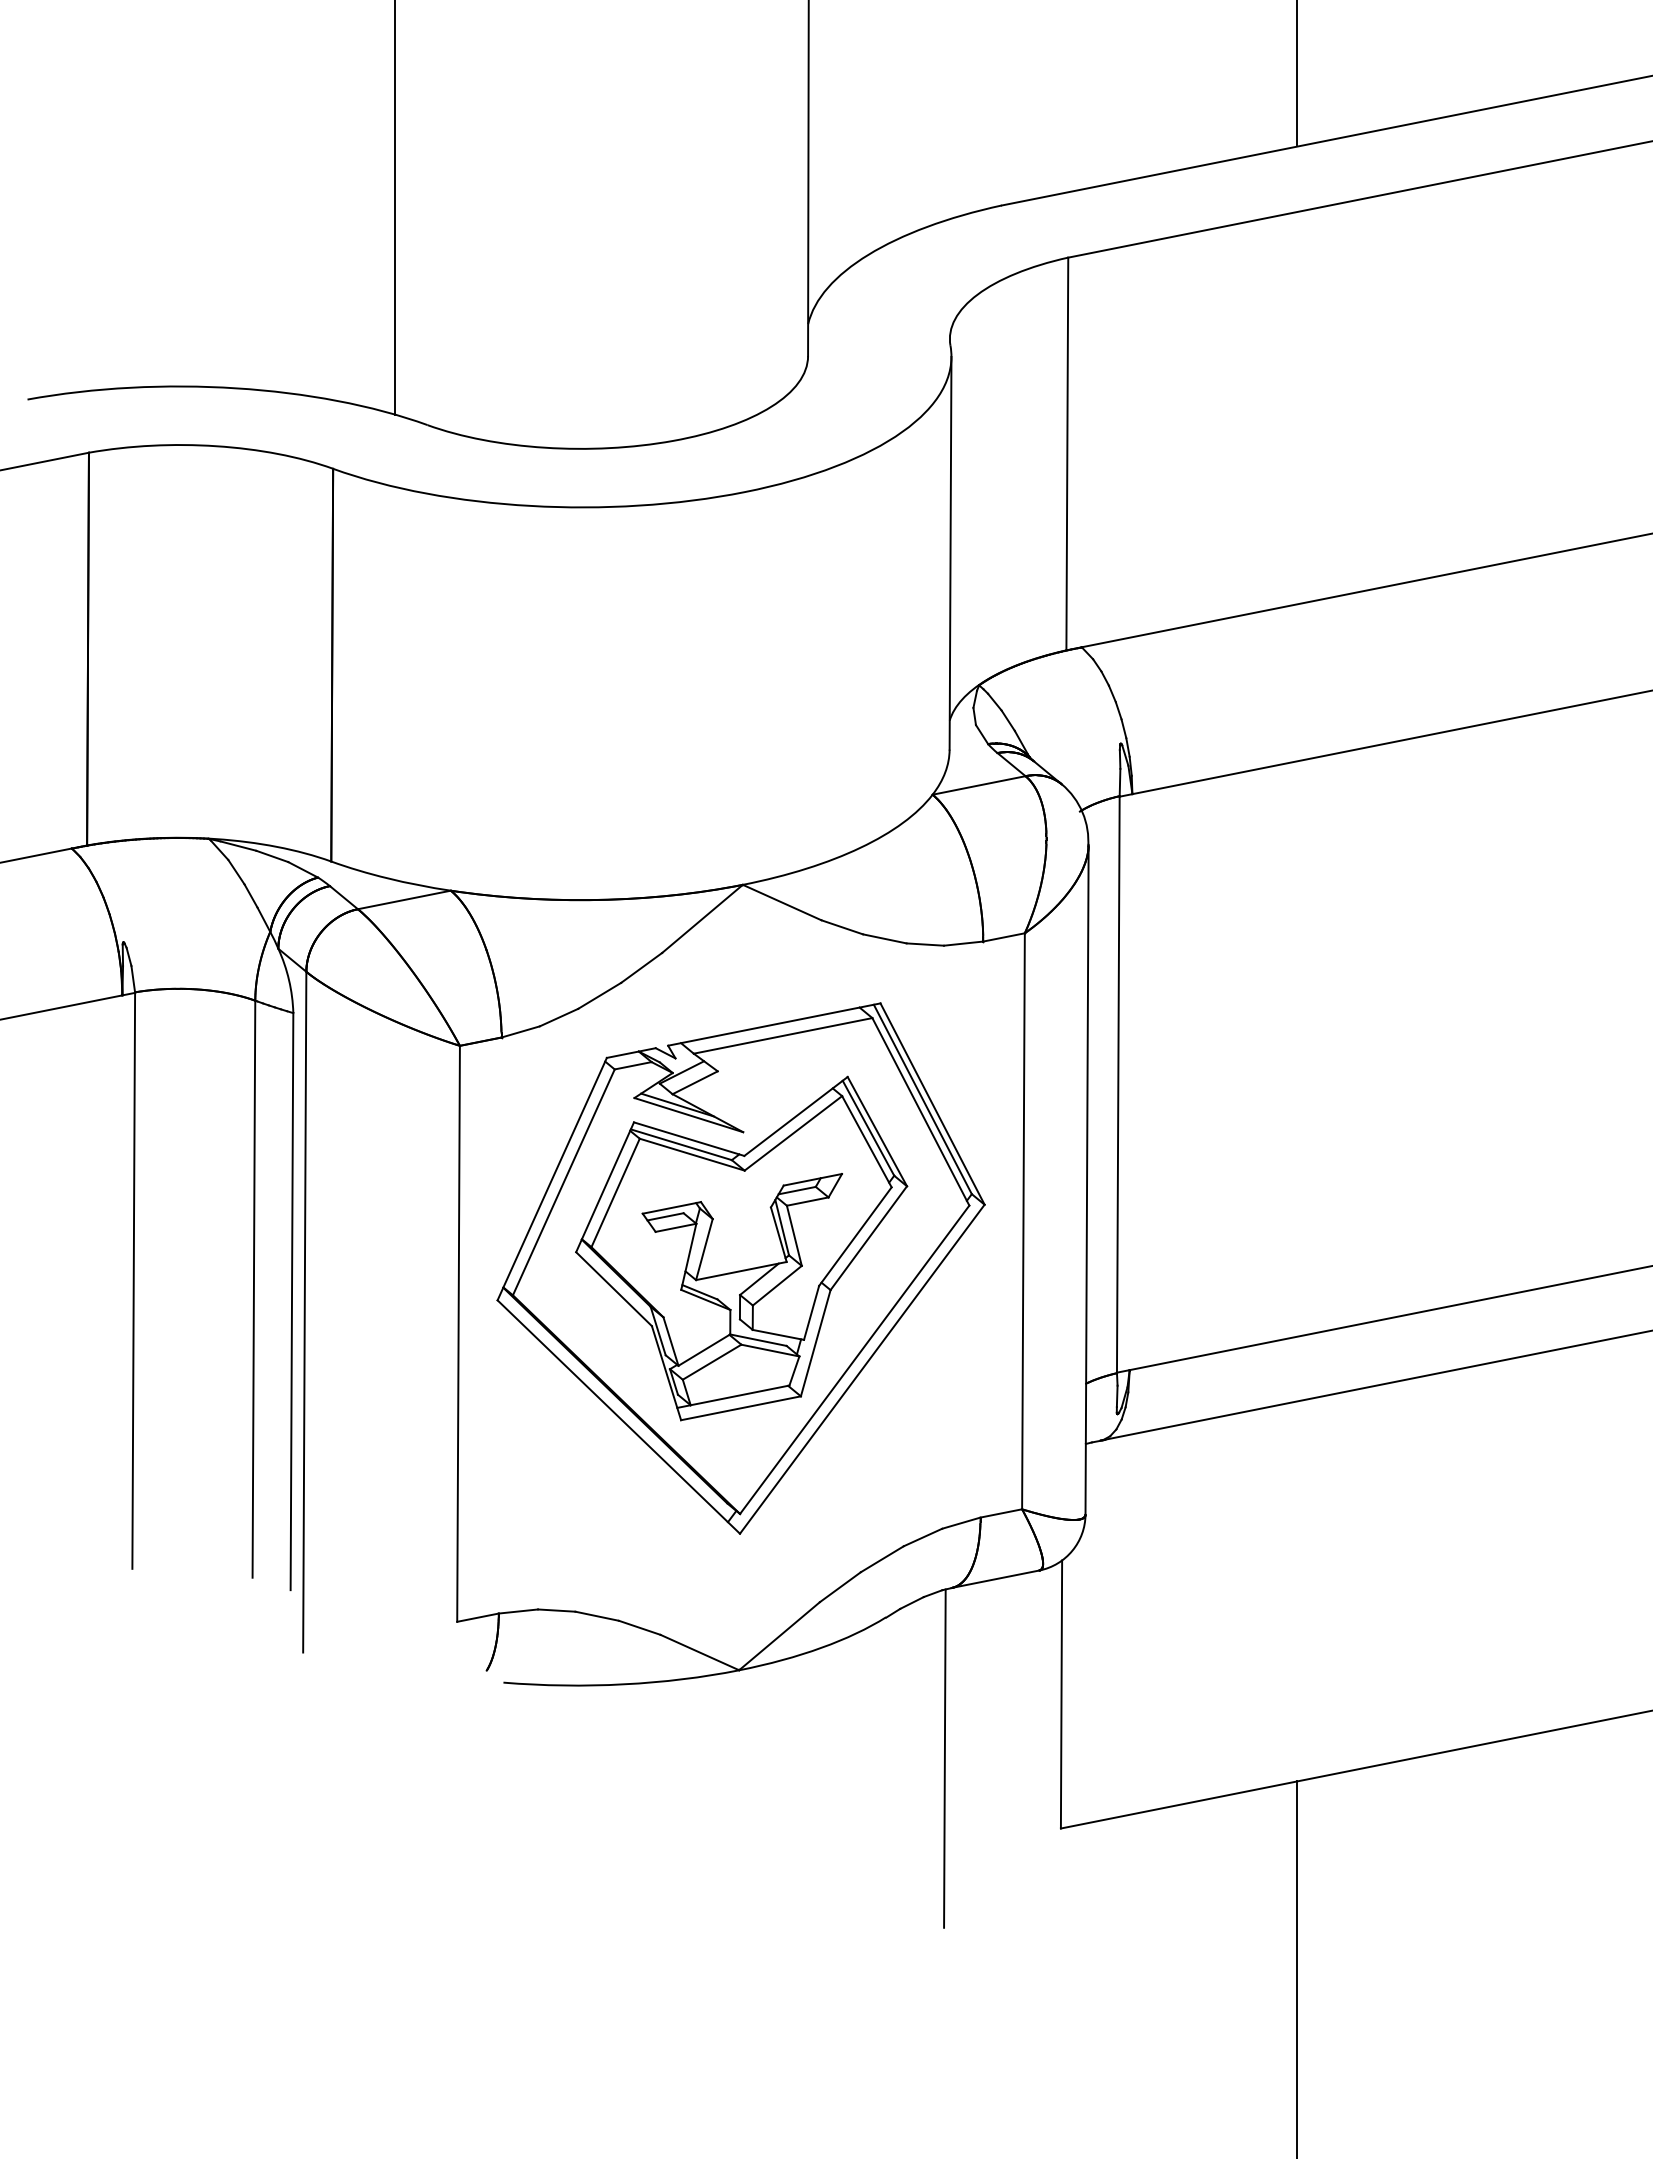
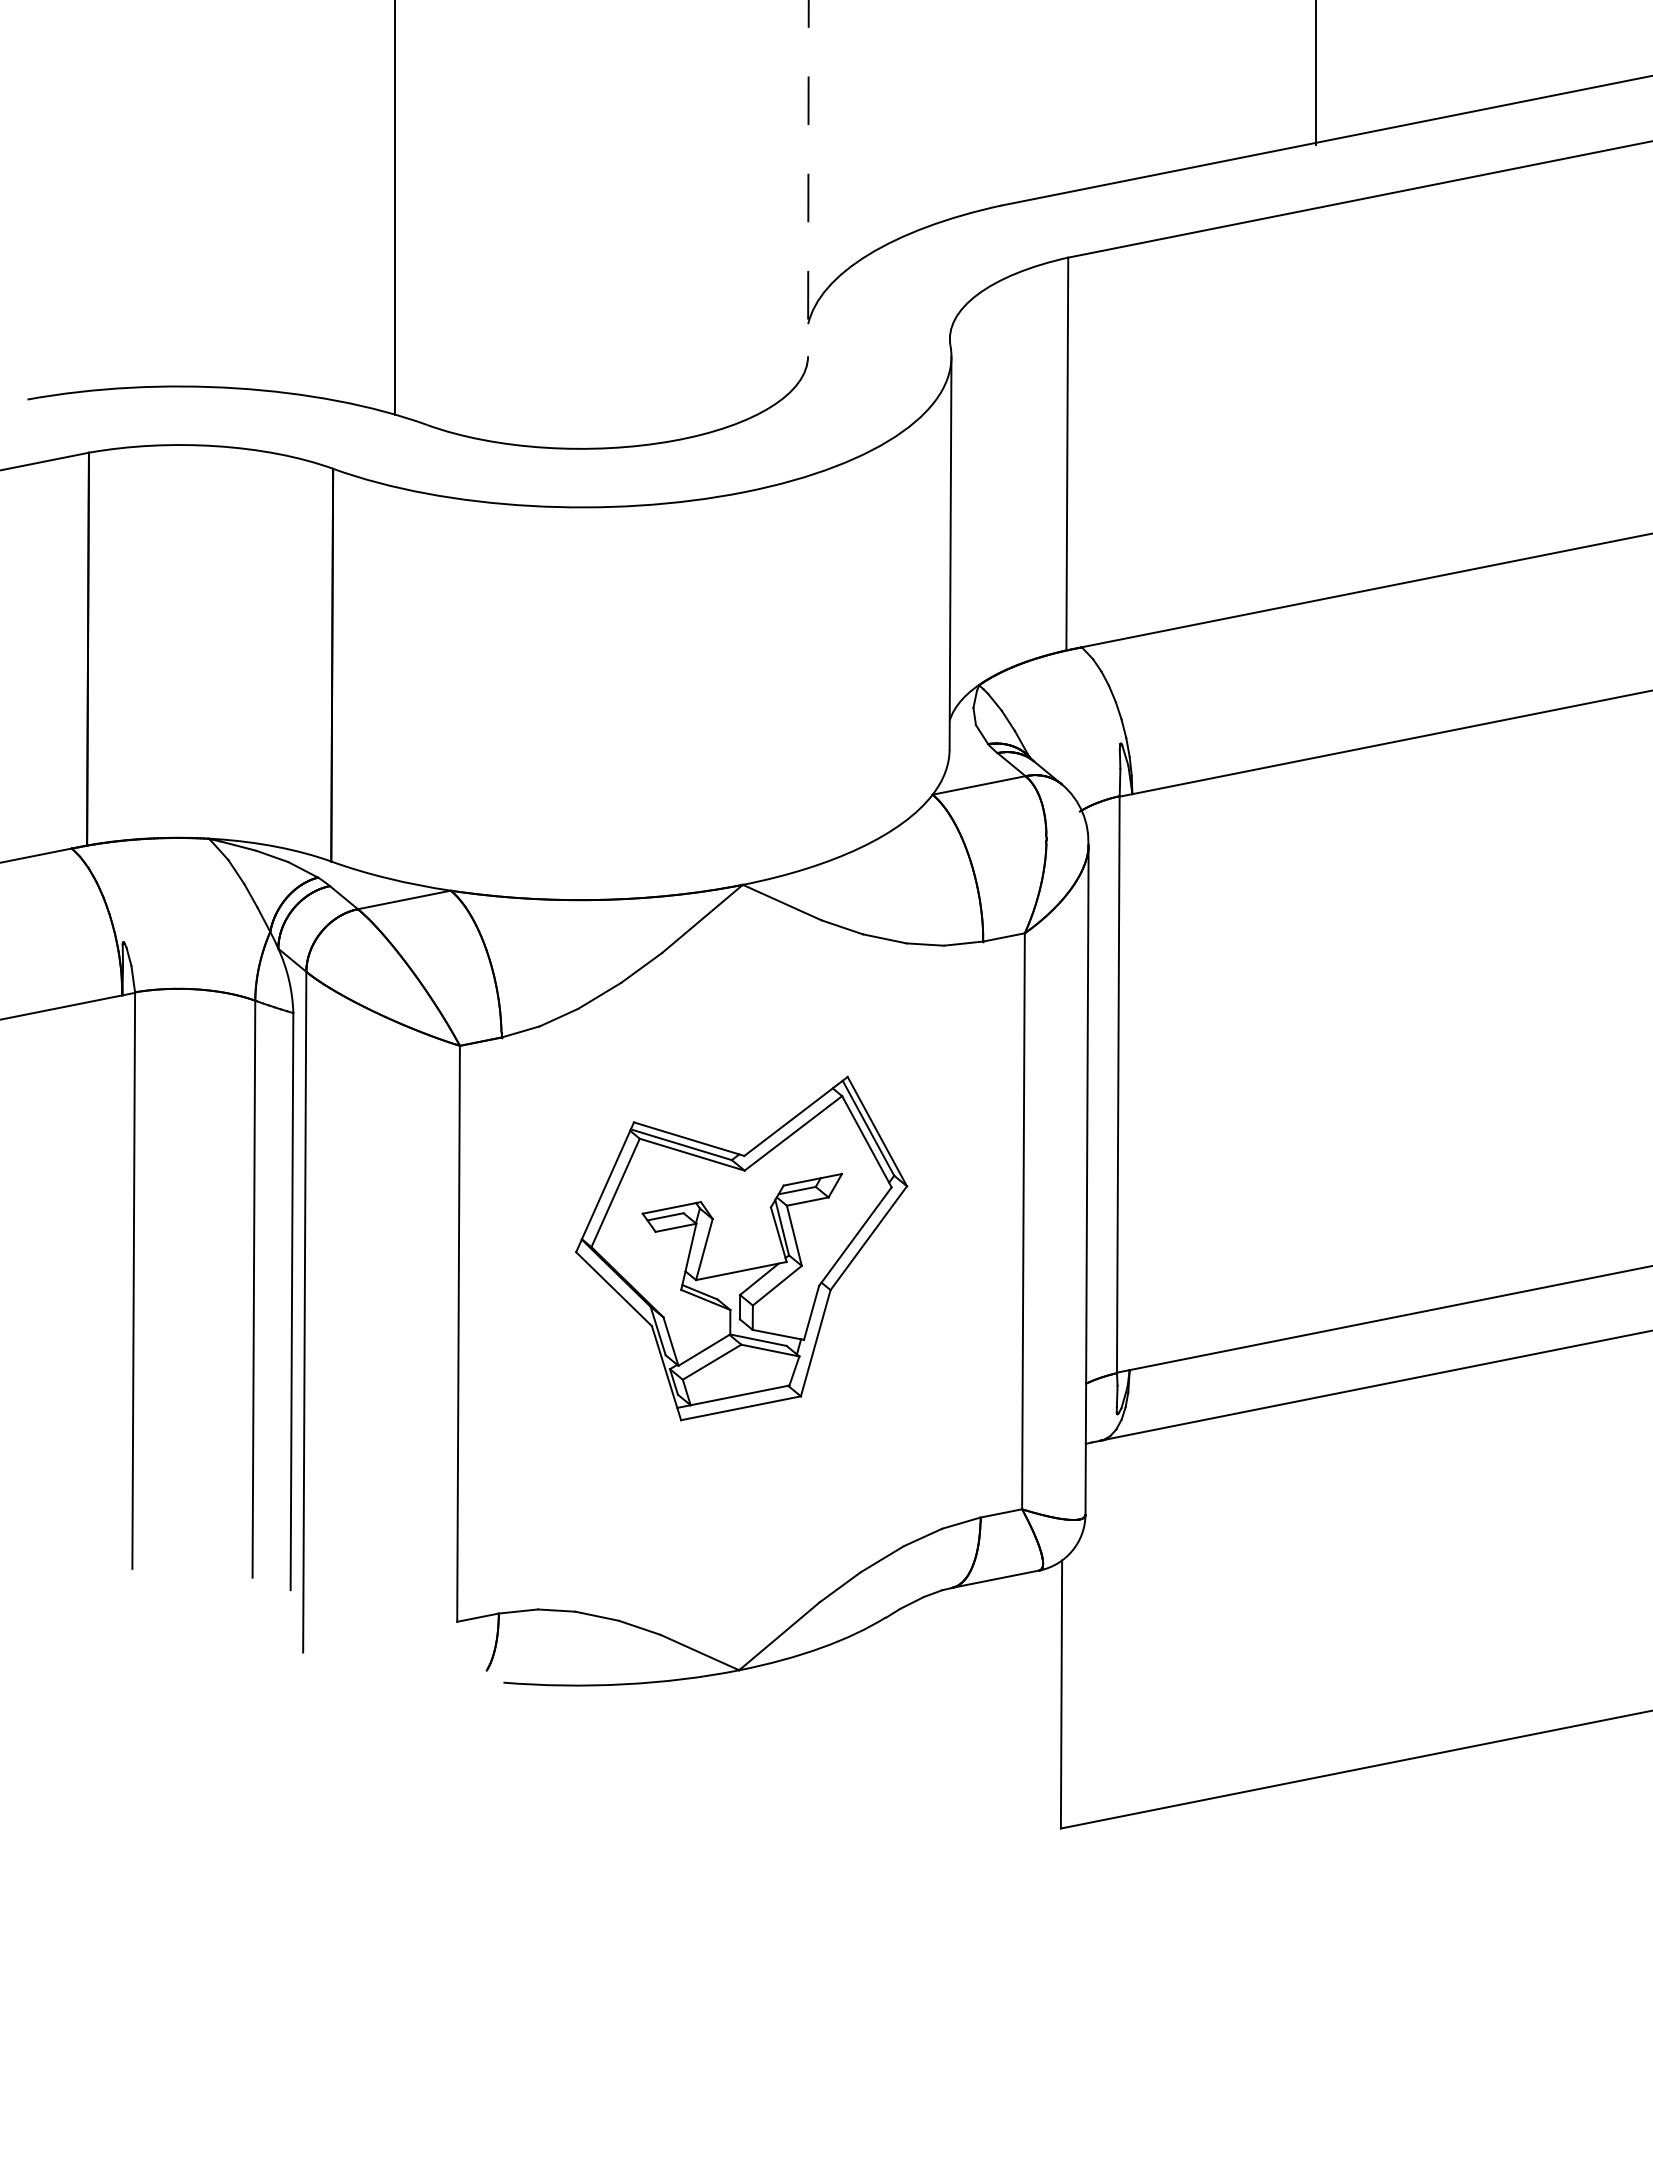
line at (1297, 73) position: (1297, 73) -> (1316, 73)
line at (808, 178): solid -> dashed
part at (740, 1268): present -> none
line at (944, 1758): present -> none
line at (1297, 1968): present -> none
